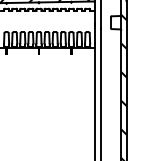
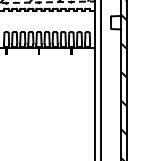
line at (47, 2): solid -> dashed
